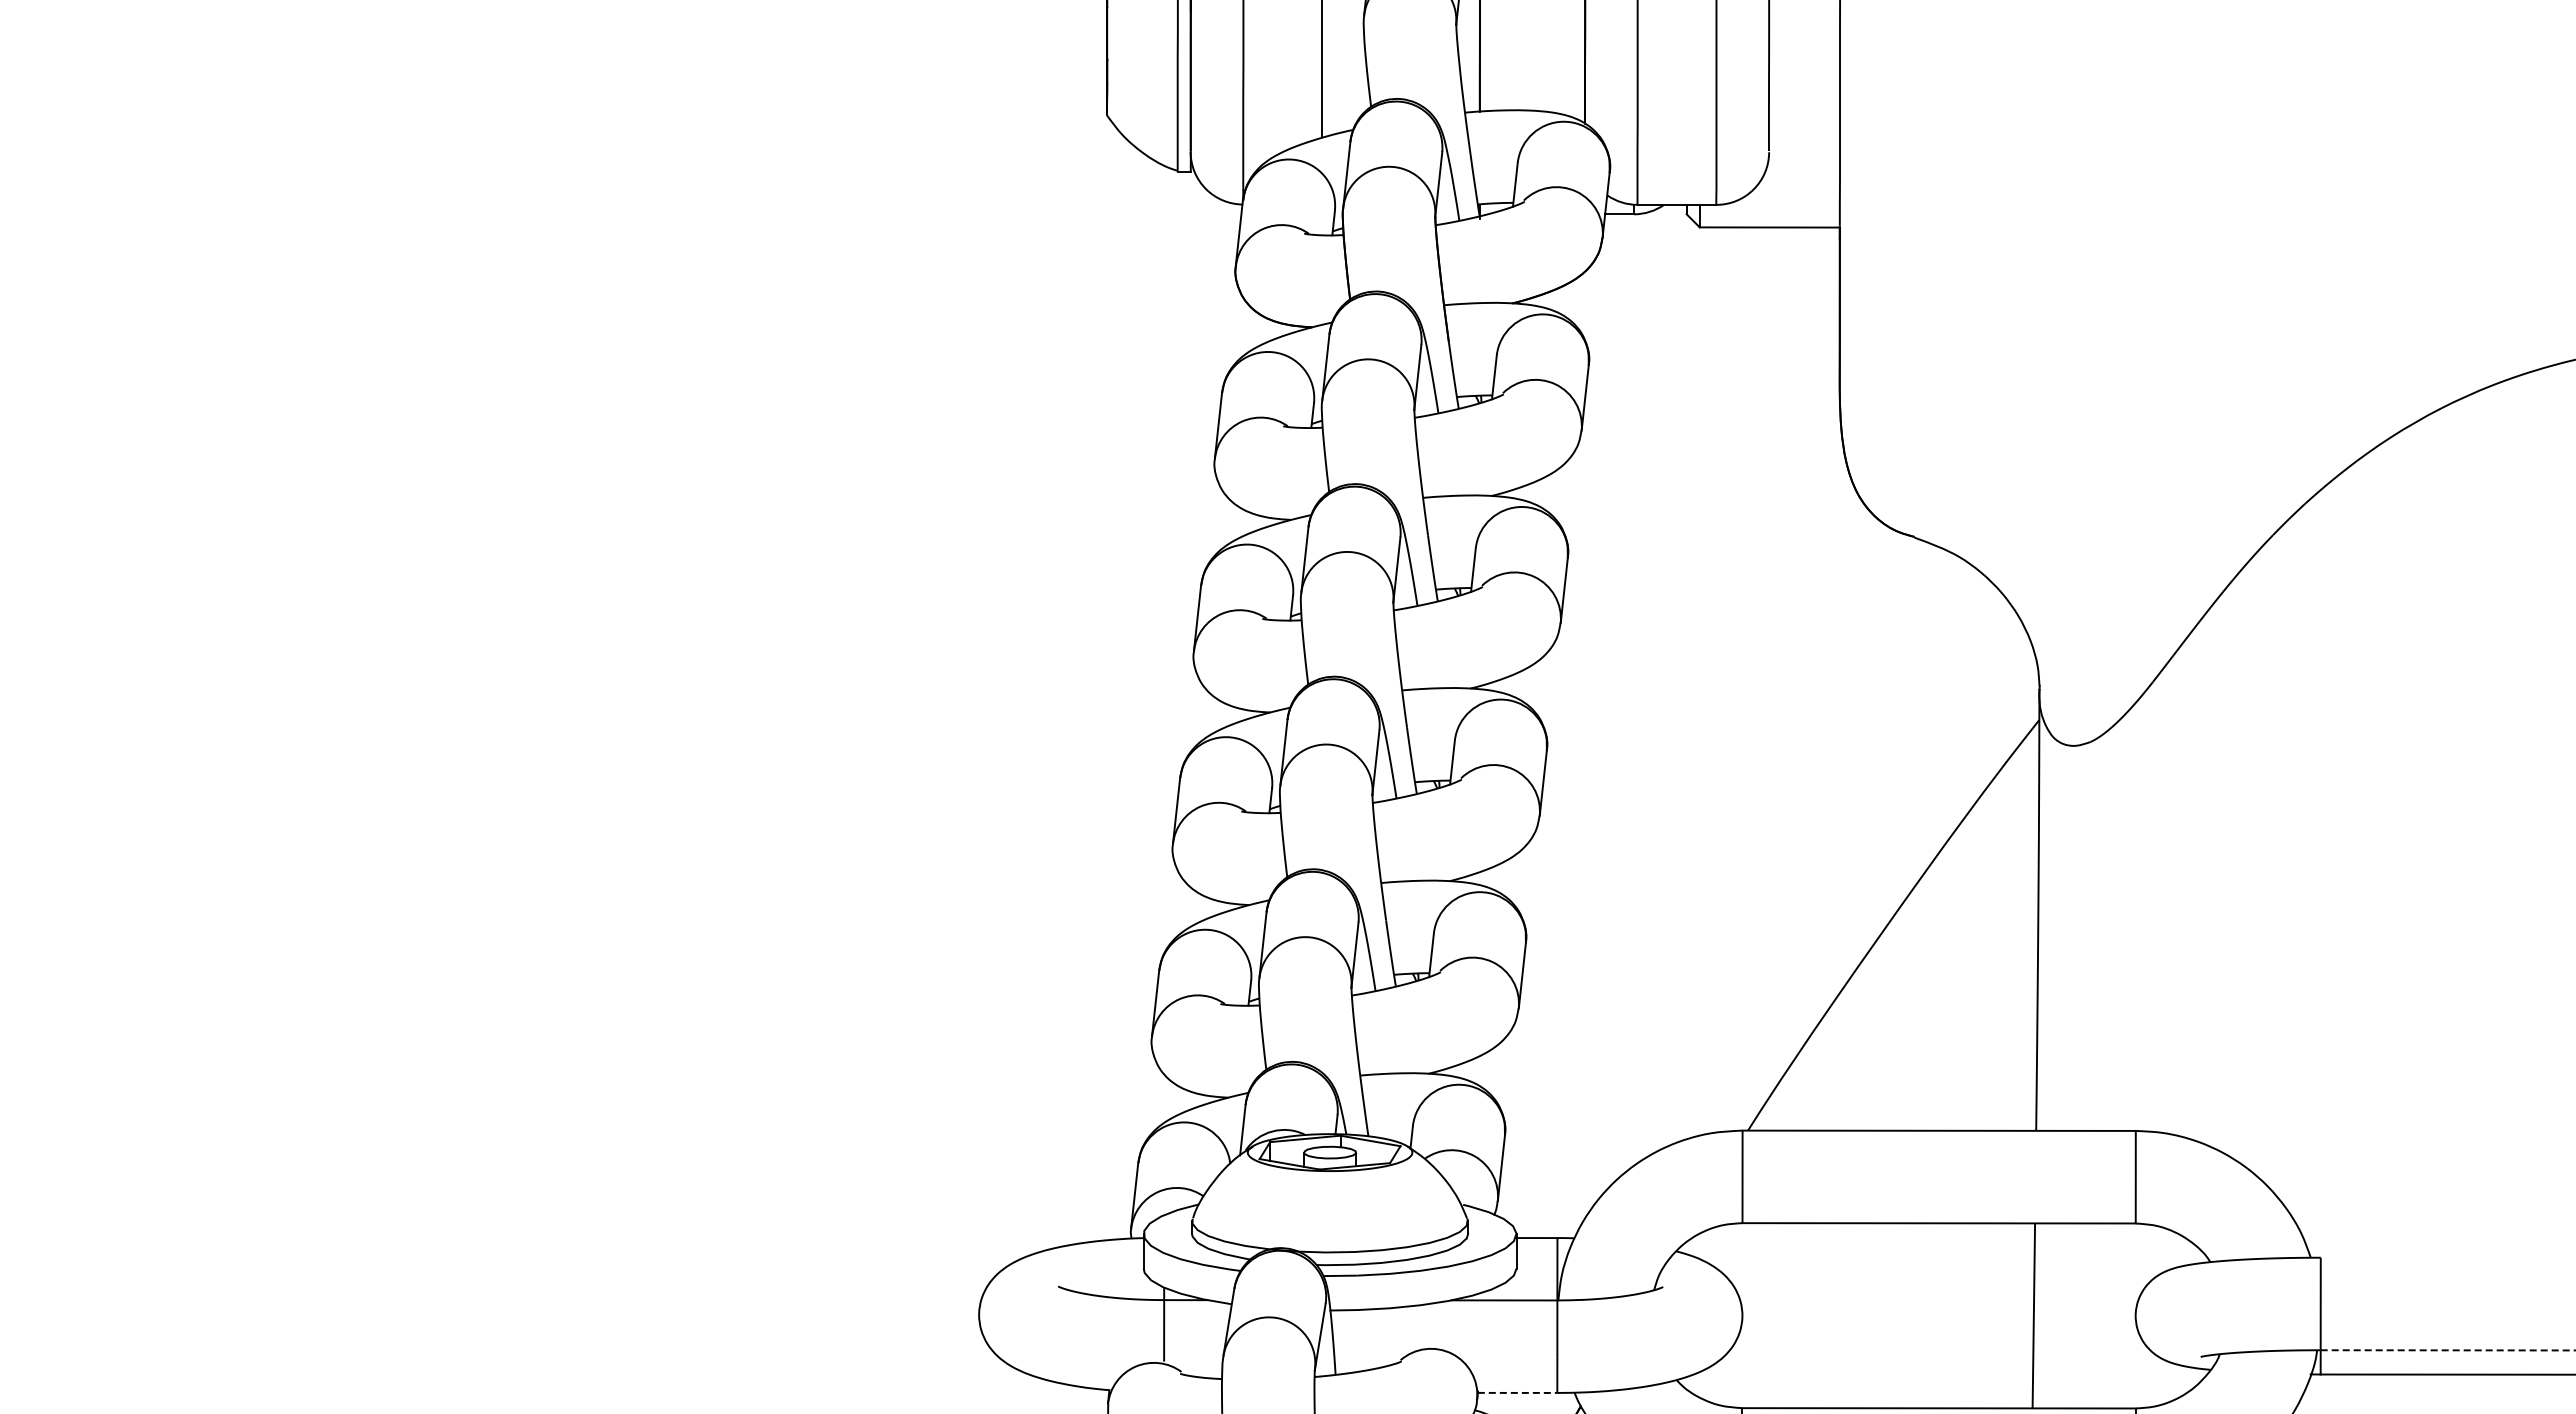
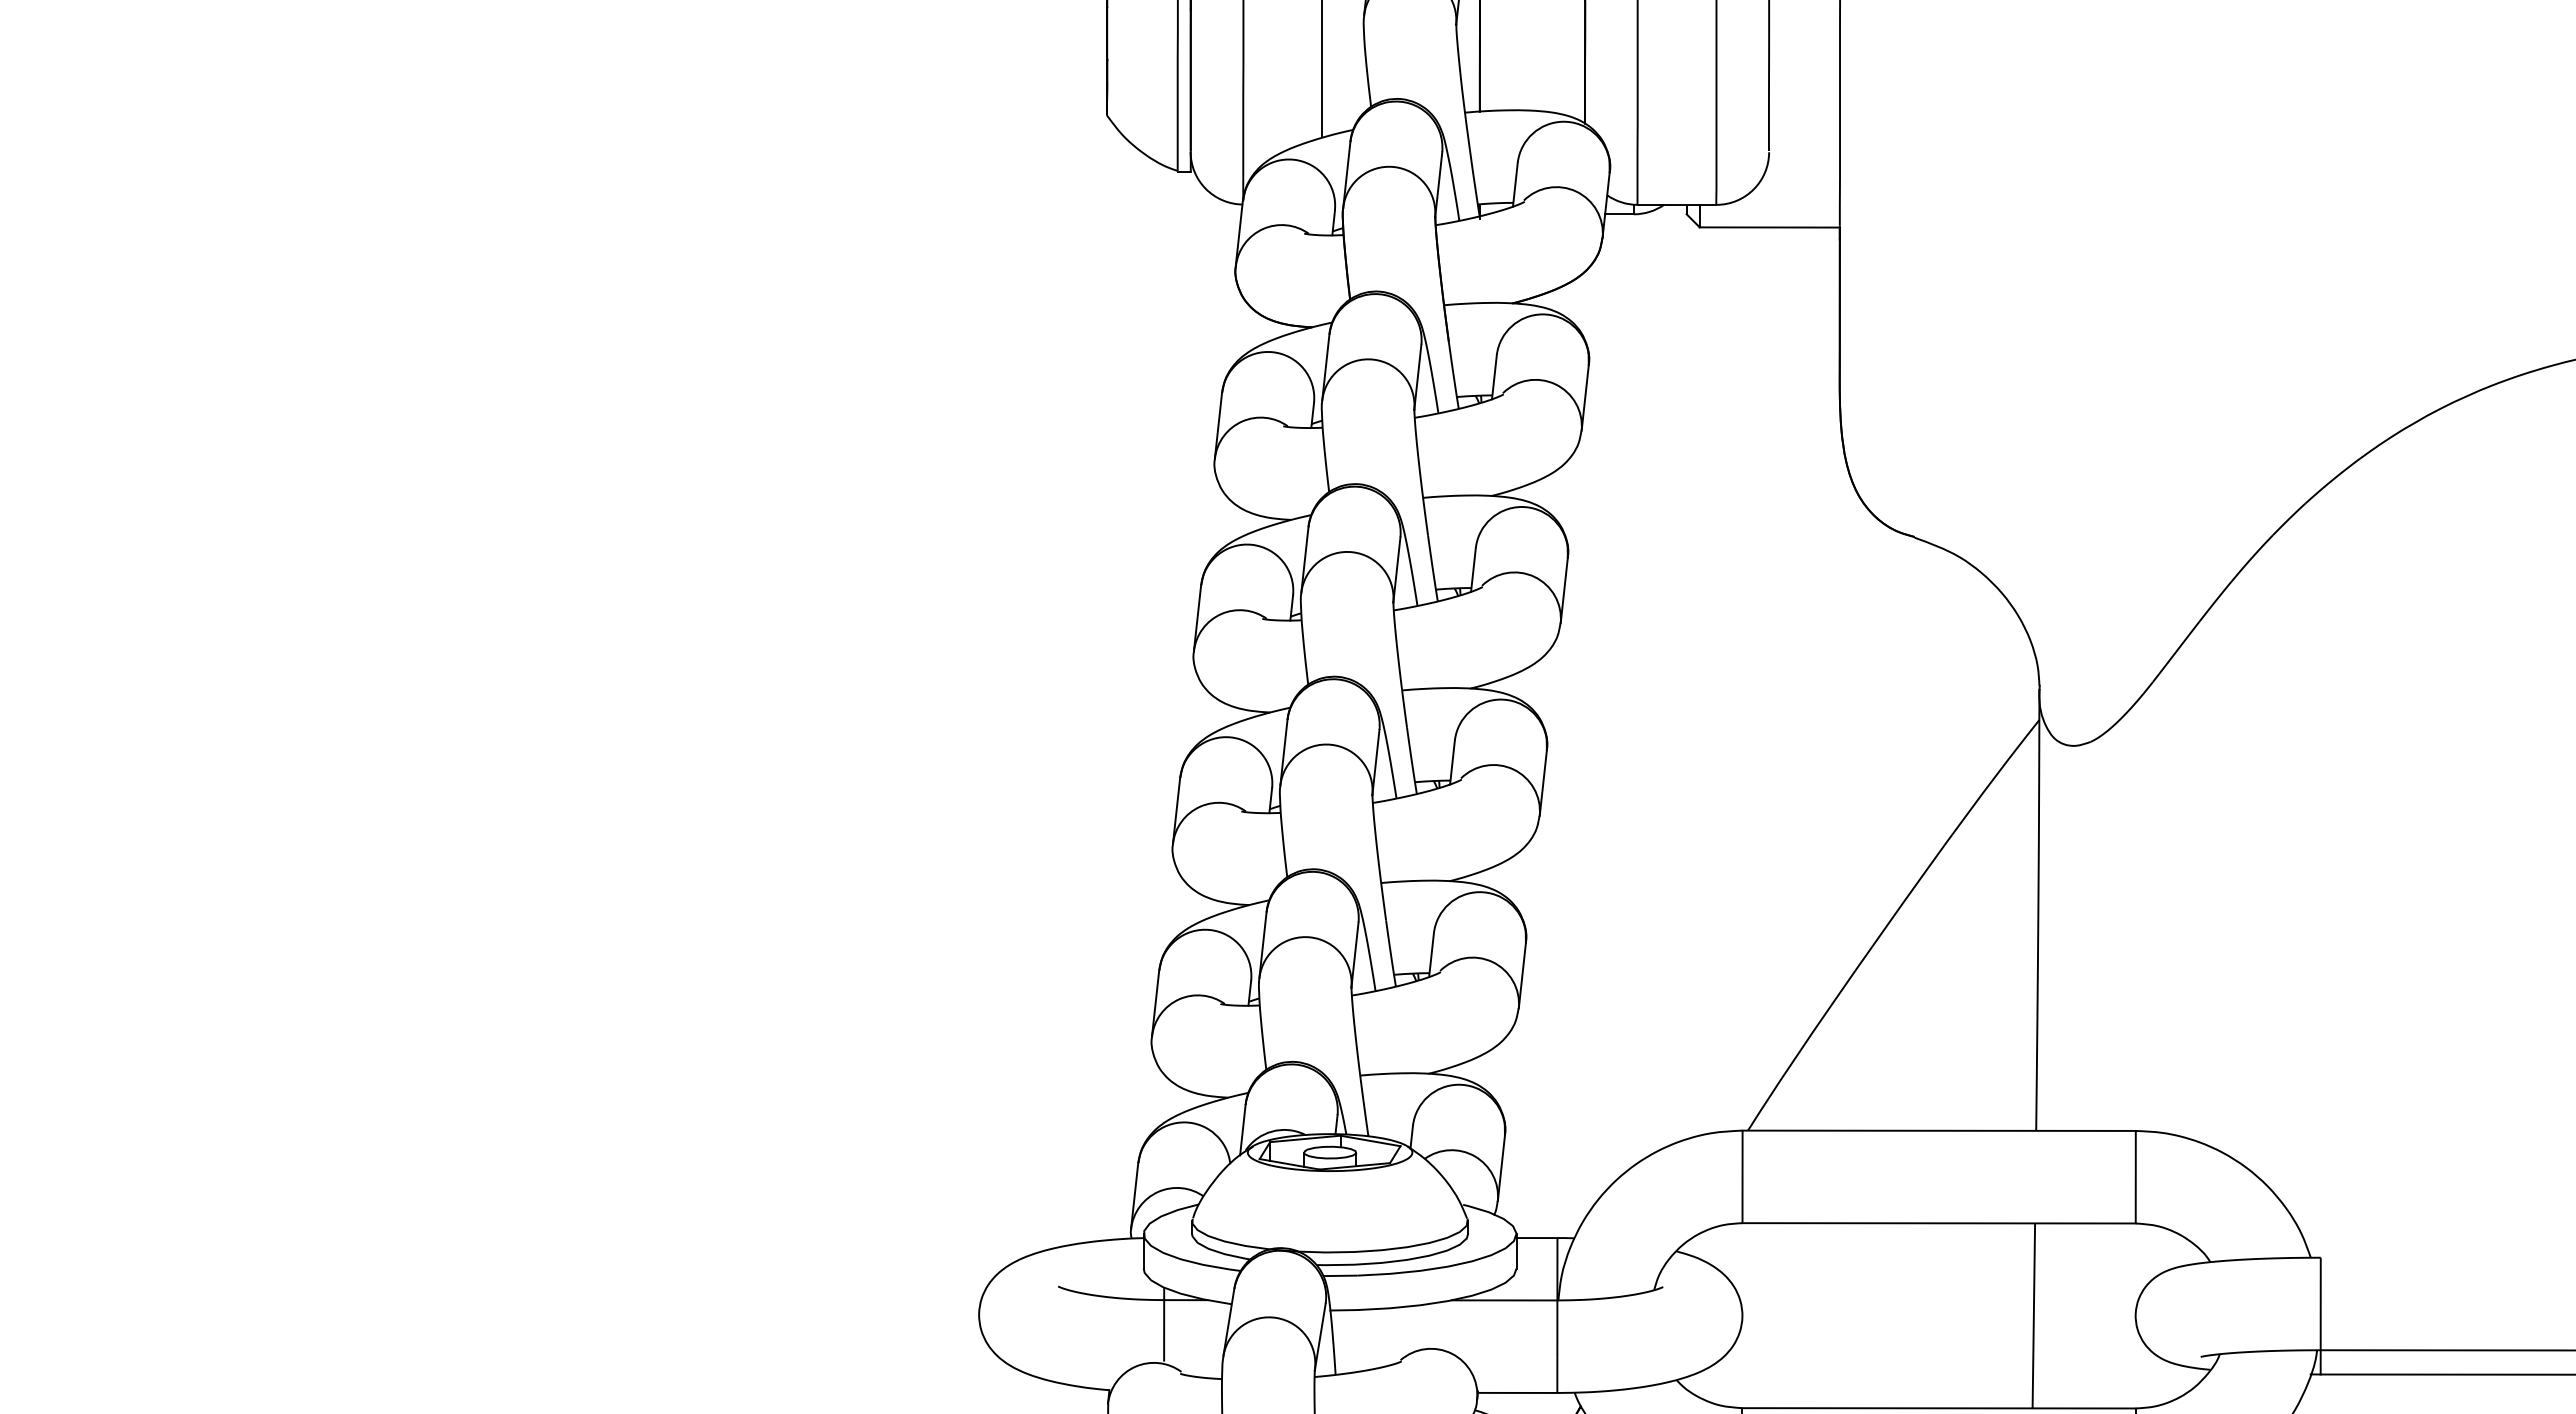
line at (2448, 1350): dashed -> solid
line at (1517, 1392): dashed -> solid
